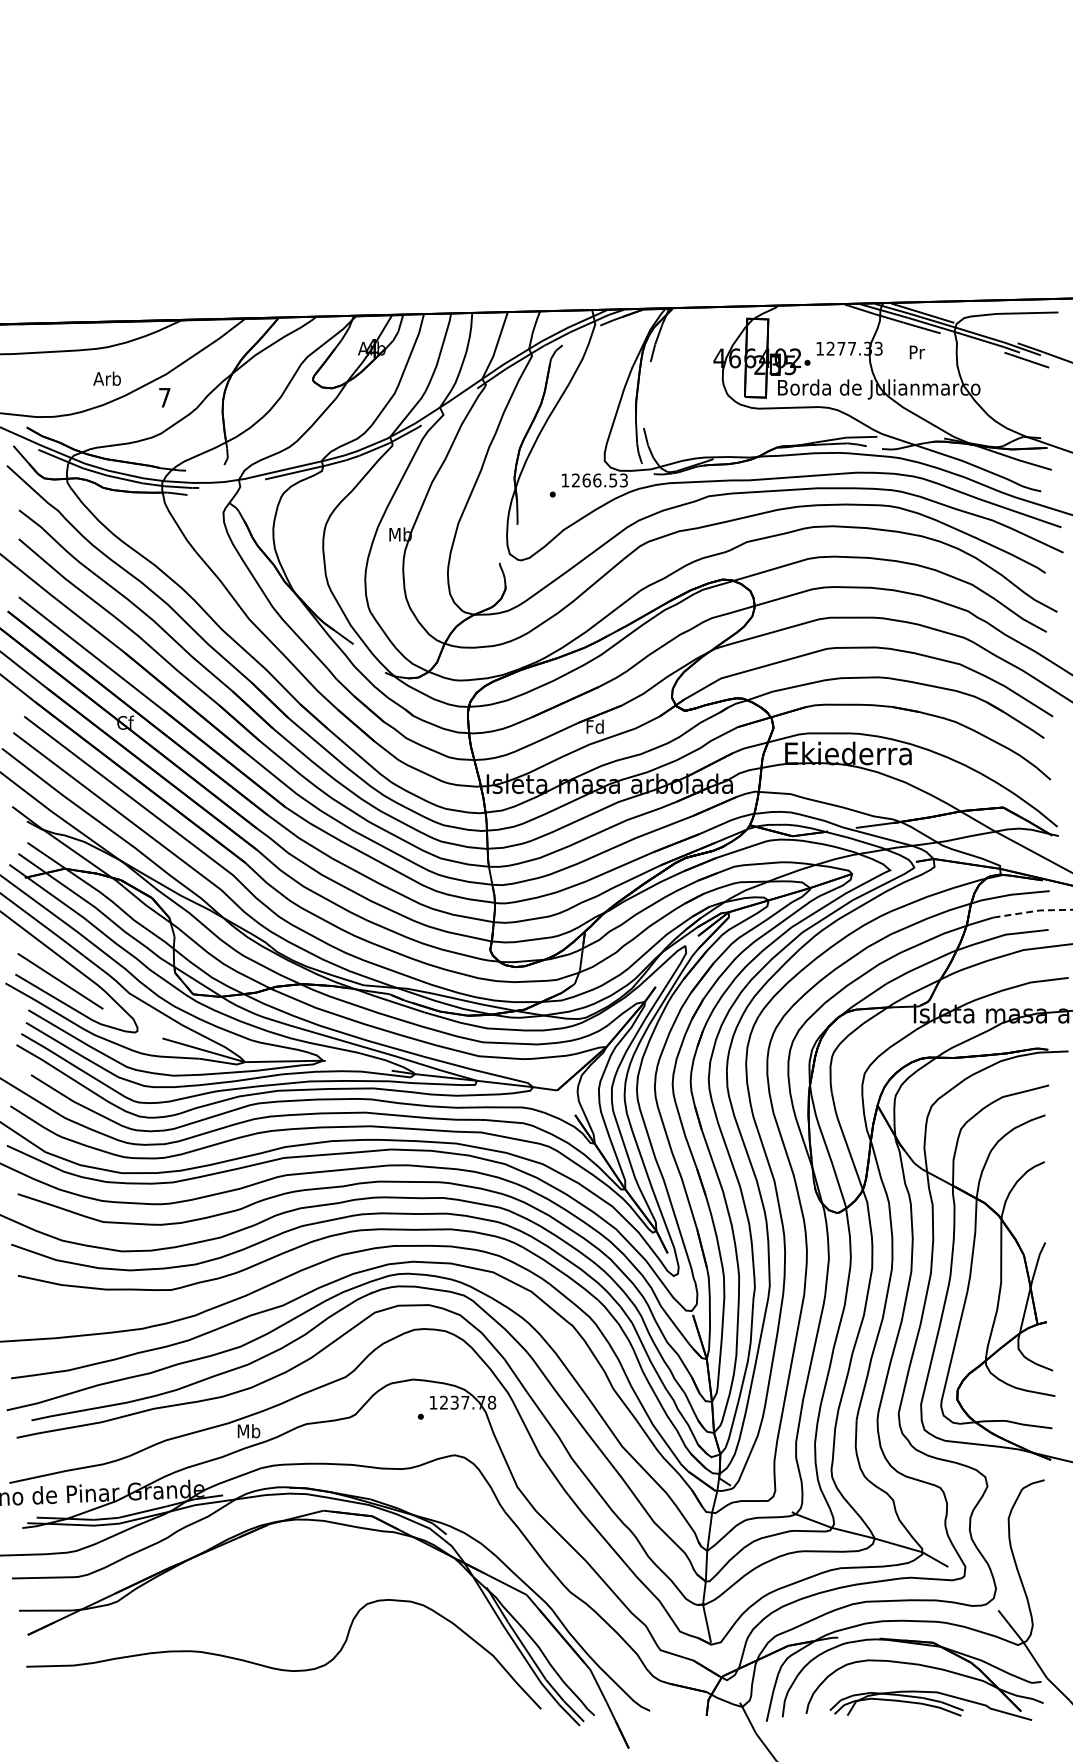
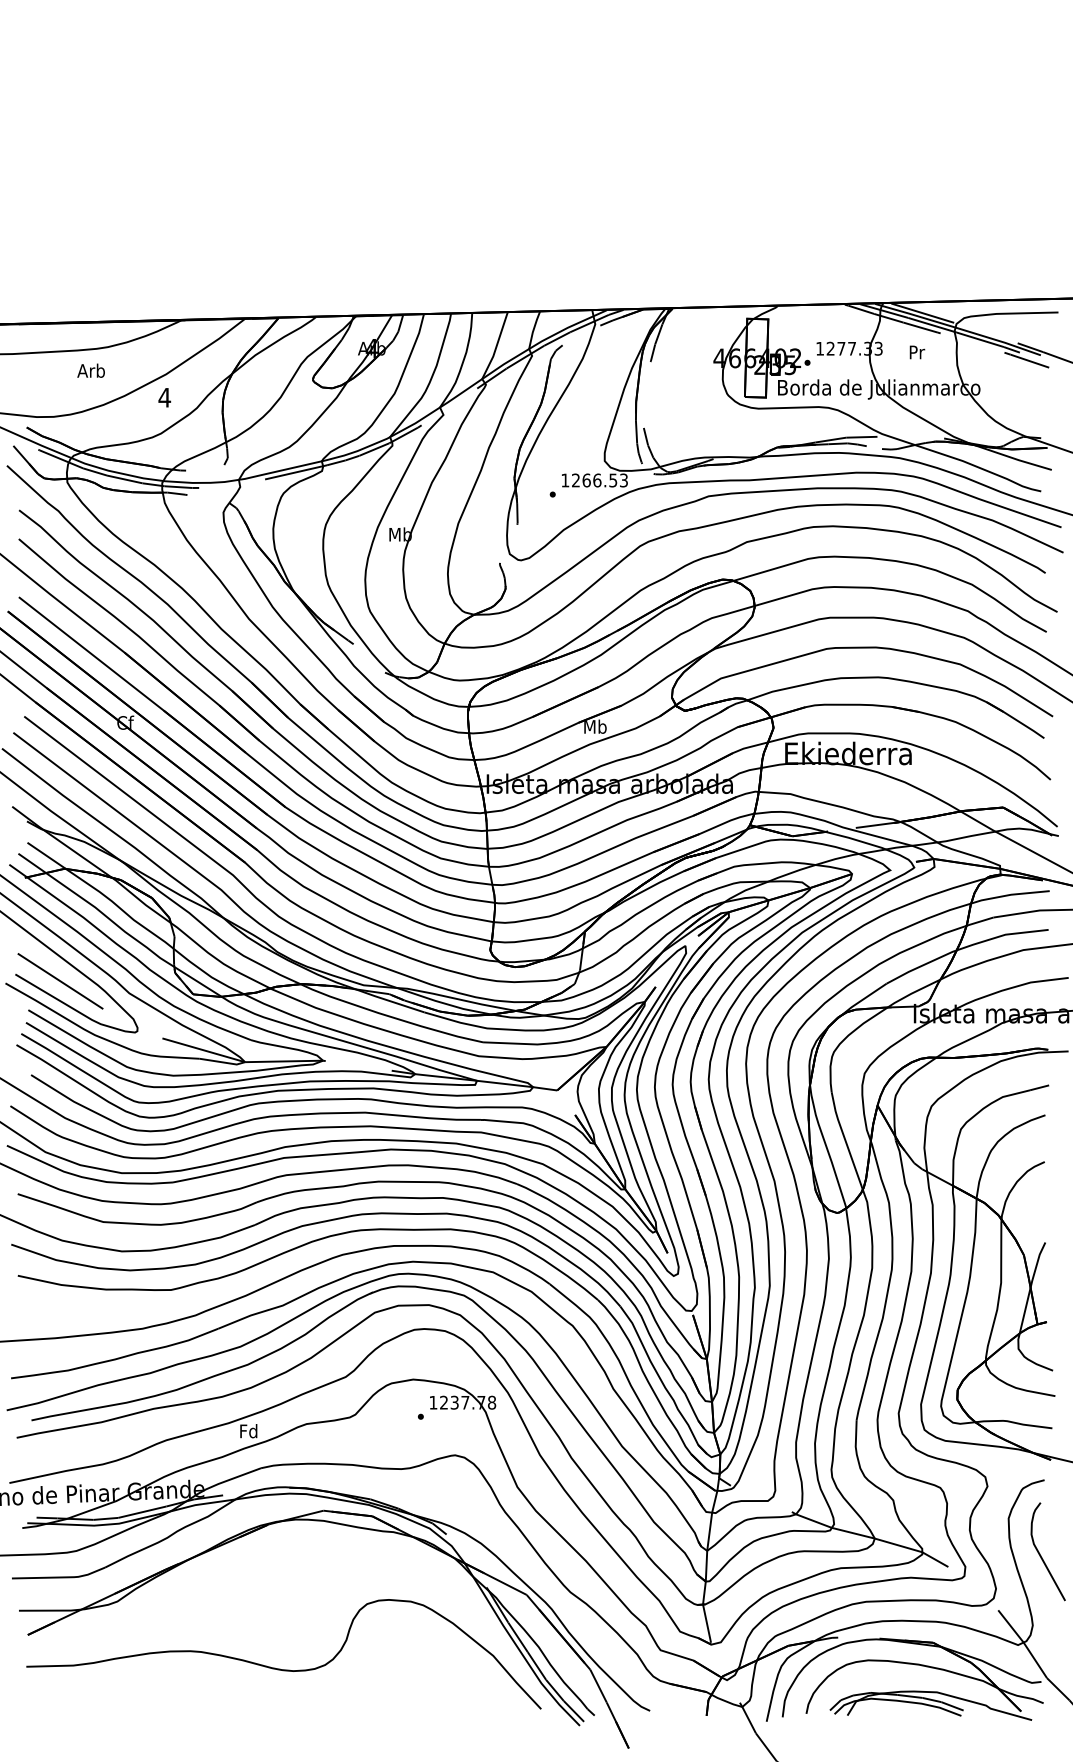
text at (106, 378) position: (106, 378) -> (90, 370)
text at (164, 397): 7 -> 4
text at (595, 726): Fd -> Mb
line at (1033, 911): dashed -> solid
text at (248, 1431): Mb -> Fd
curve at (1041, 1555): none -> present
